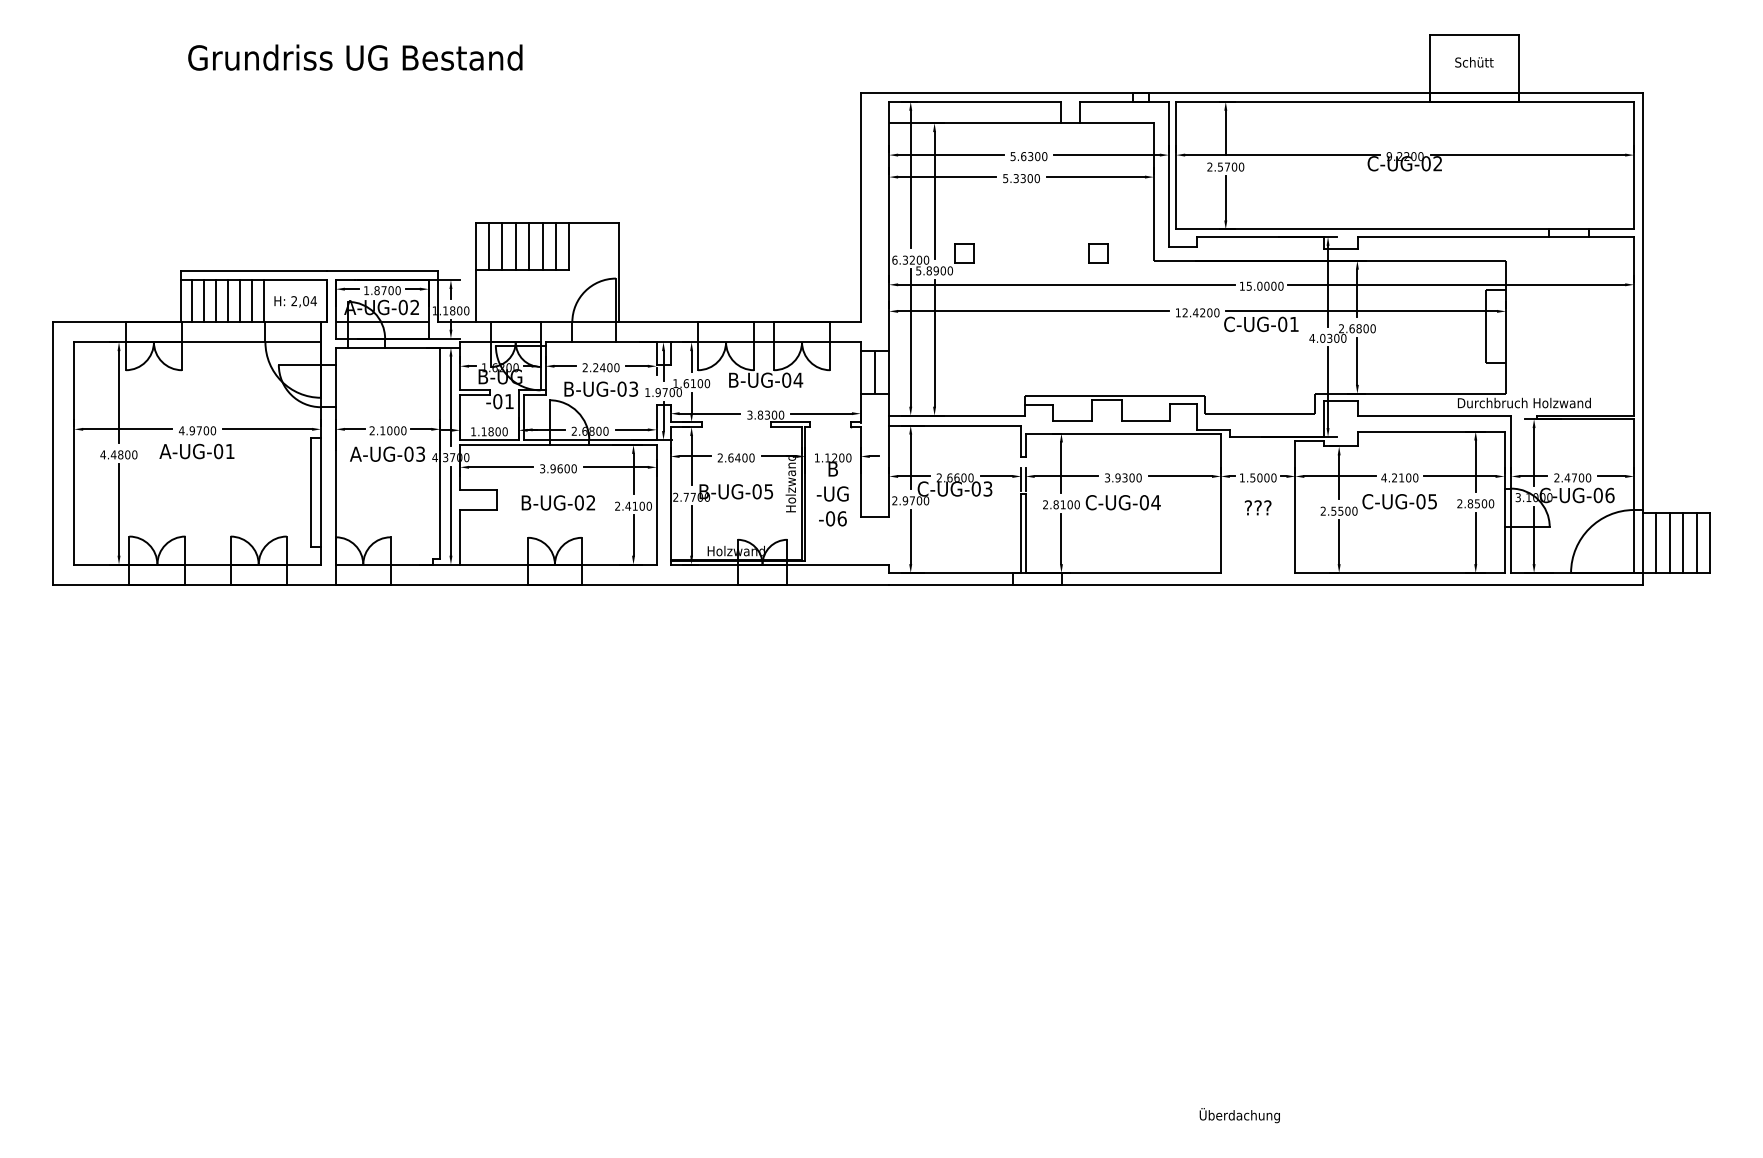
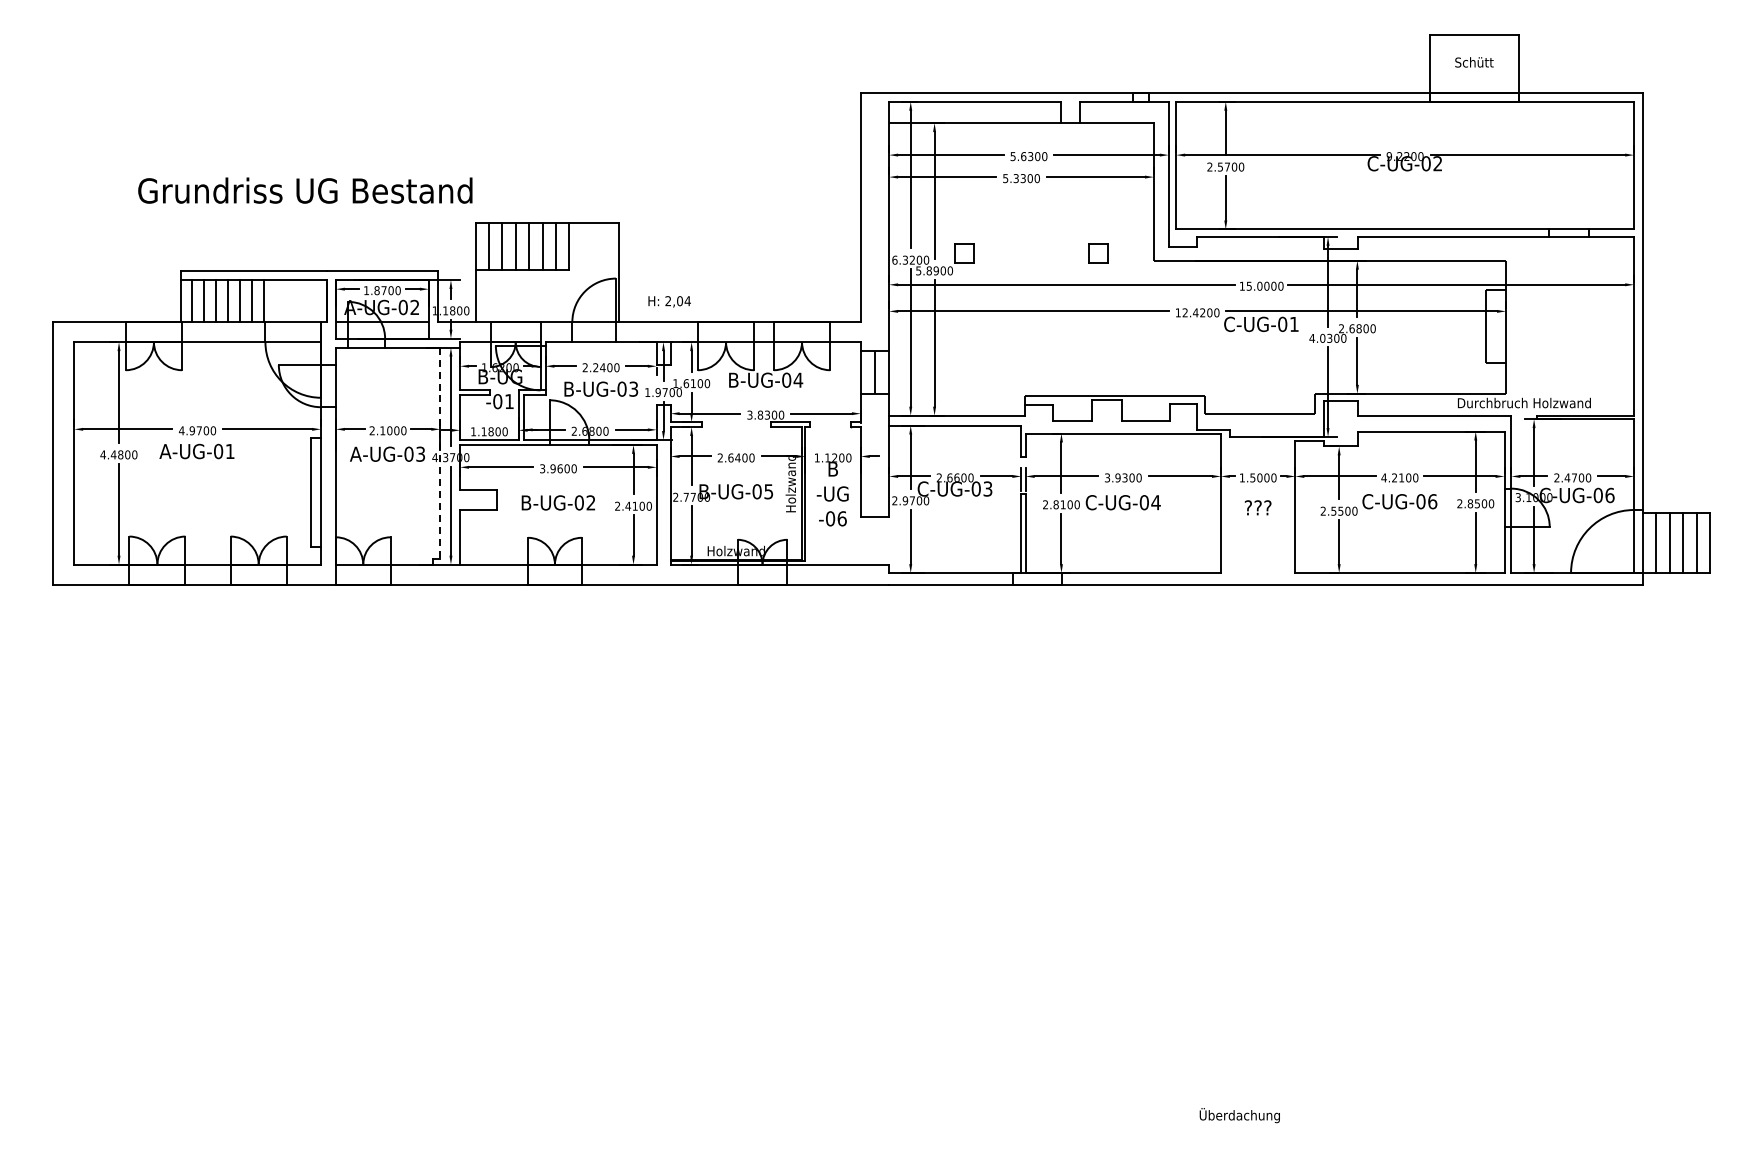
text at (355, 57) position: (355, 57) -> (305, 190)
text at (295, 301) position: (295, 301) -> (669, 301)
line at (440, 453): solid -> dashed
text at (1432, 501): C-UG-05 -> C-UG-06
